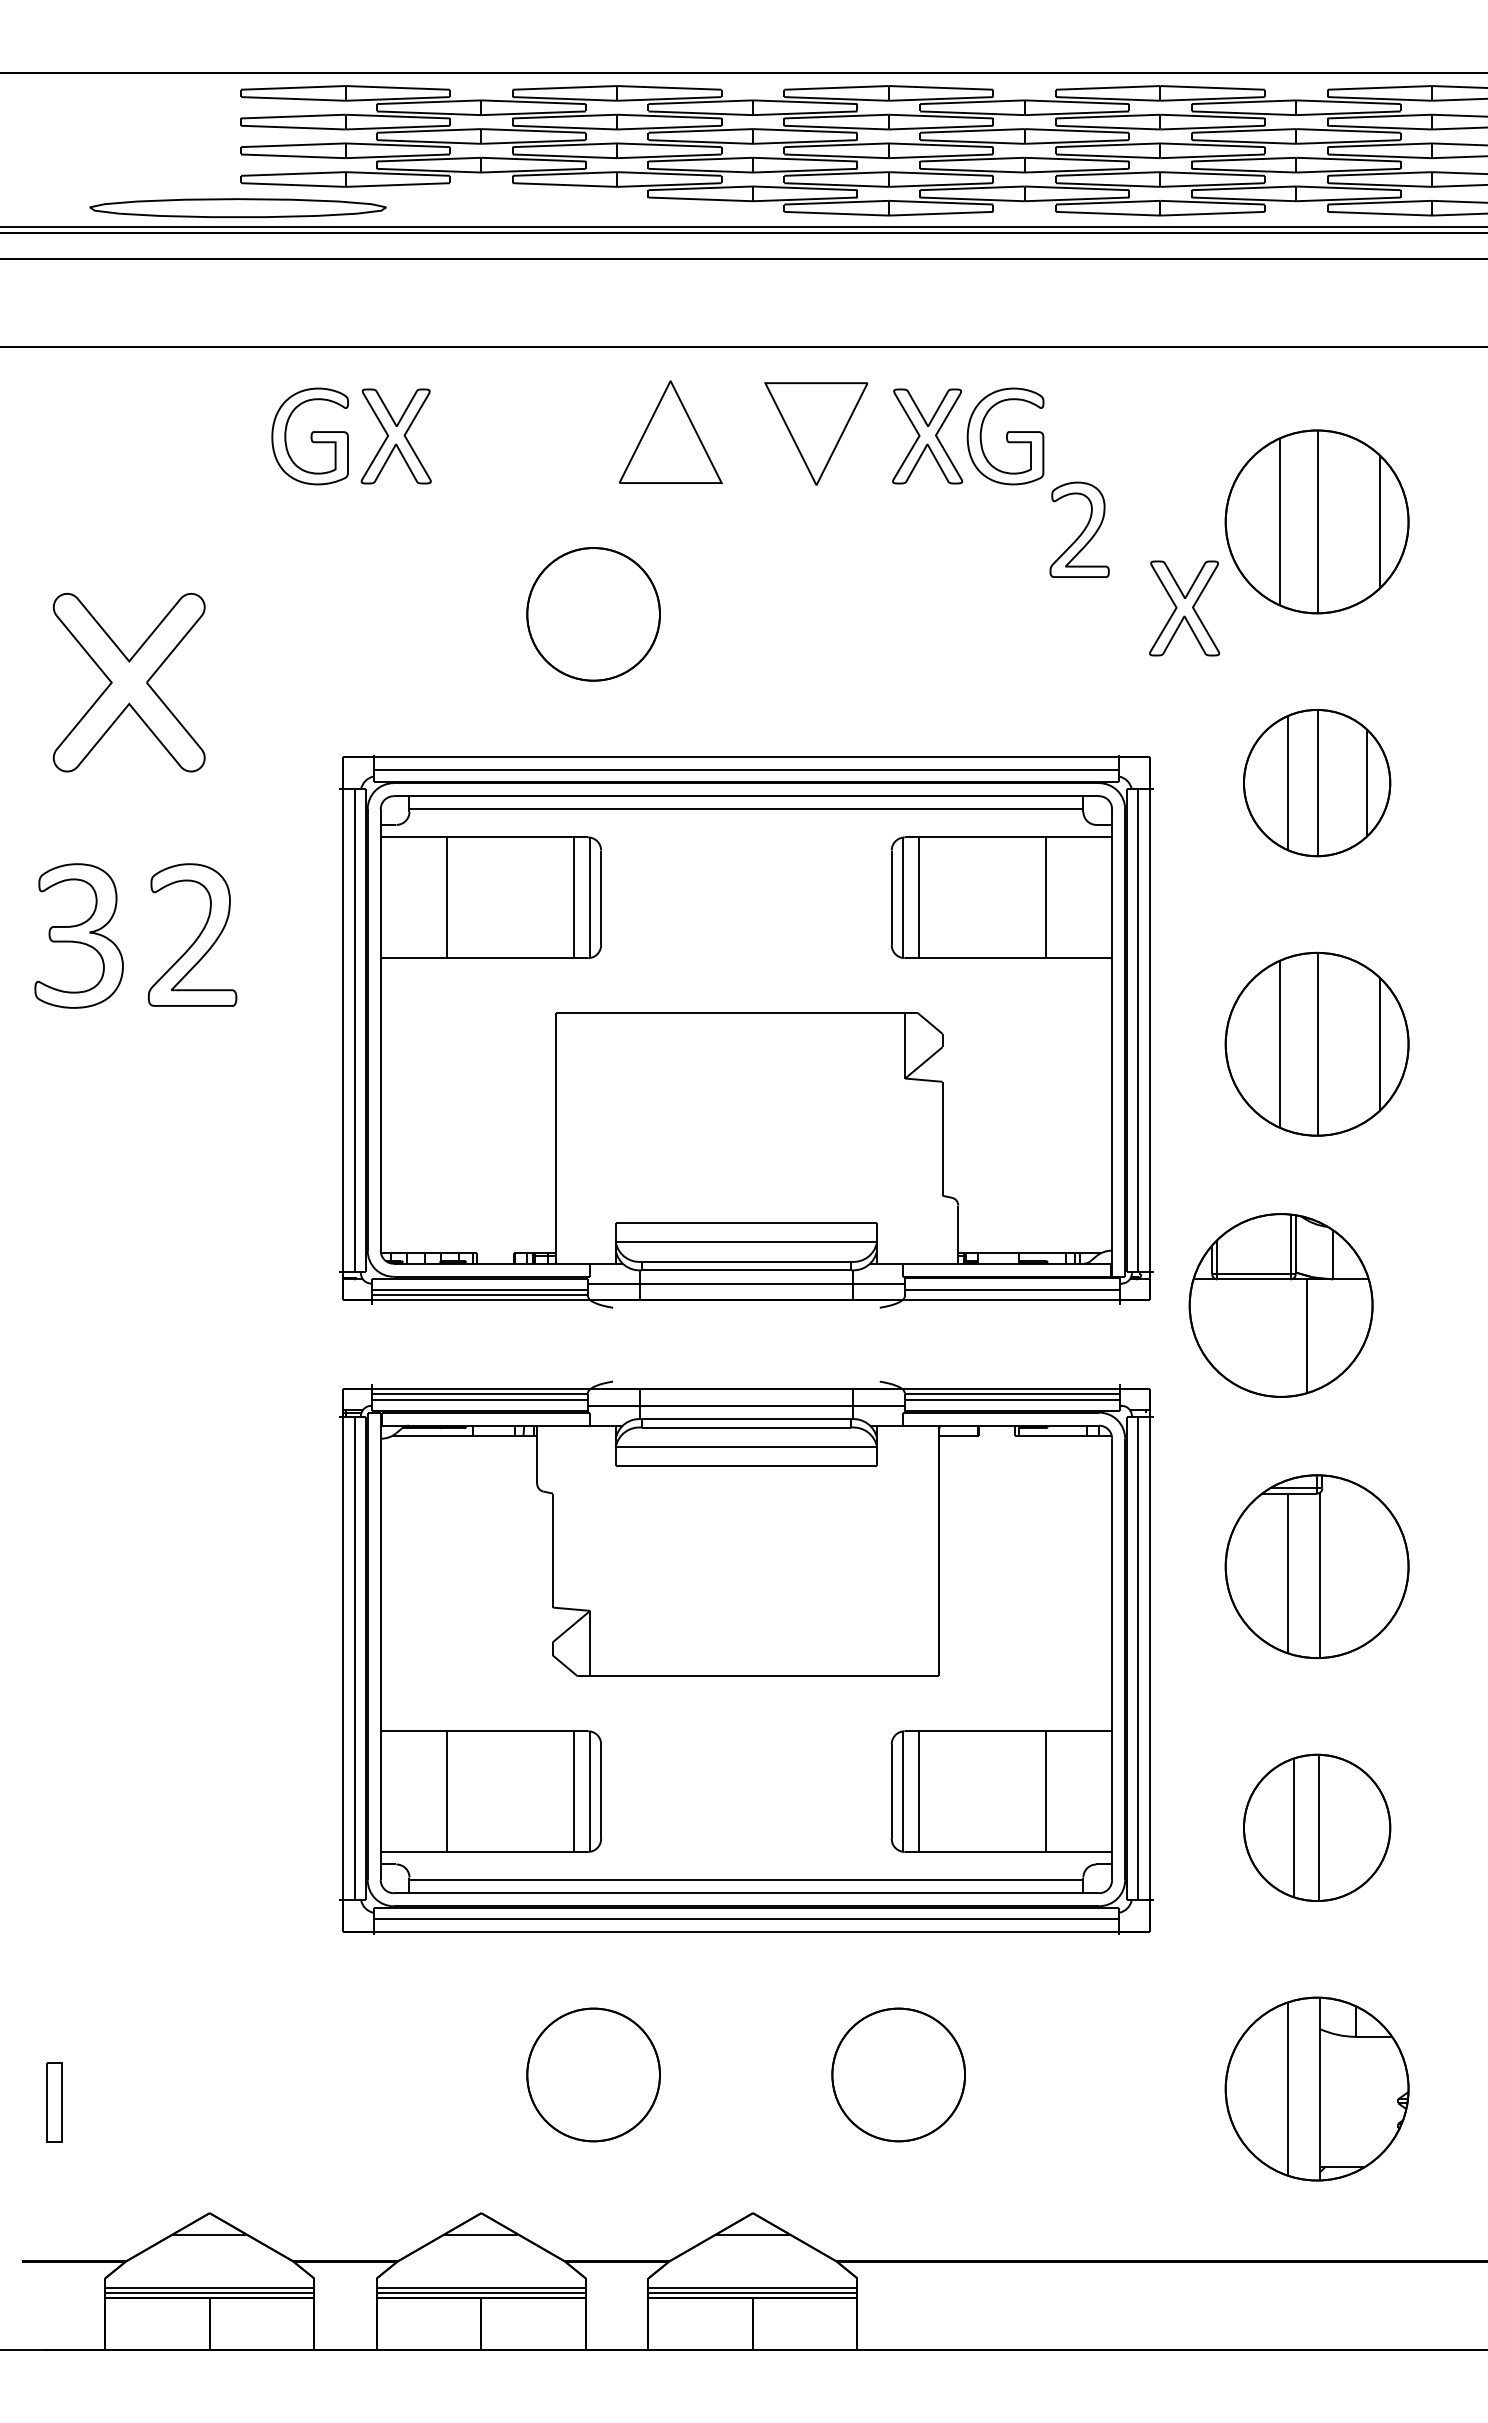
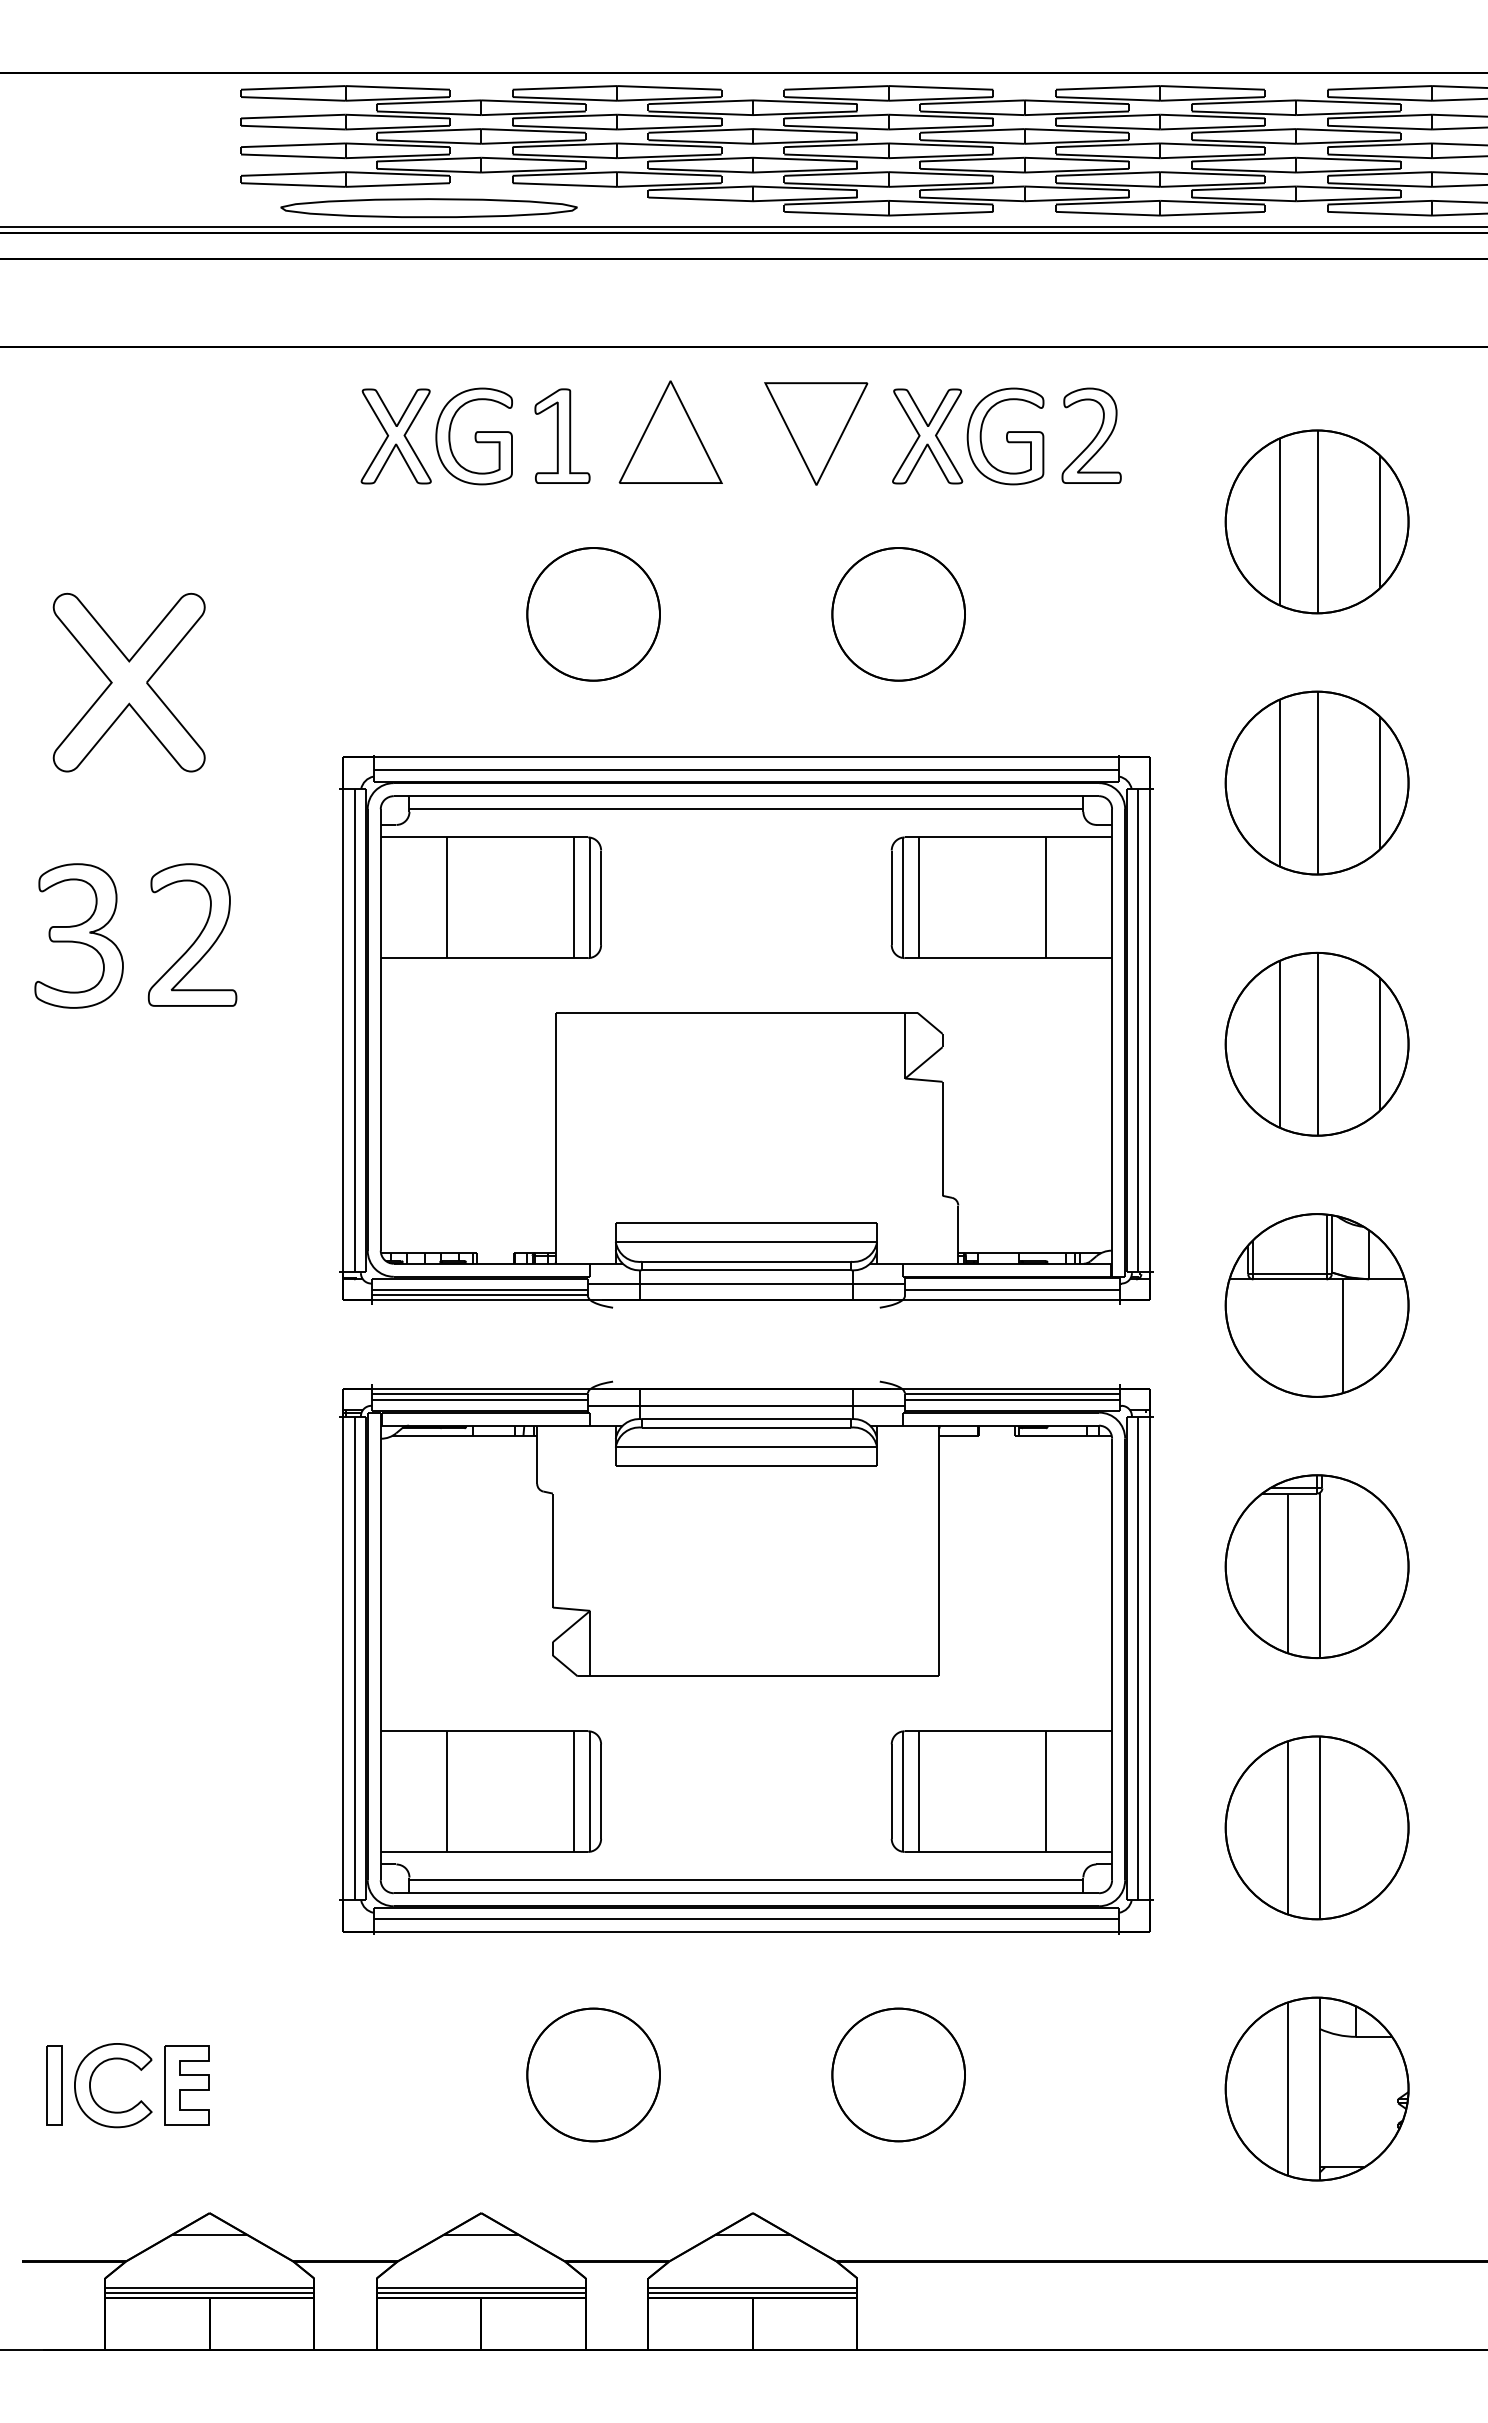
part at (237, 207) position: (237, 207) -> (428, 207)
part at (562, 435): none -> present
part at (309, 436) position: (309, 436) -> (473, 436)
part at (1079, 529) position: (1079, 529) -> (1091, 435)
part at (1184, 608): present -> none
part at (898, 614): none -> present
part at (1317, 783) size: 149x149 px -> 186x186 px
part at (1280, 1305) position: (1280, 1305) -> (1316, 1305)
part at (1317, 1827) size: 149x149 px -> 186x186 px
part at (186, 2085): none -> present
part at (91, 2088): none -> present
part at (54, 2102) position: (54, 2102) -> (54, 2085)
